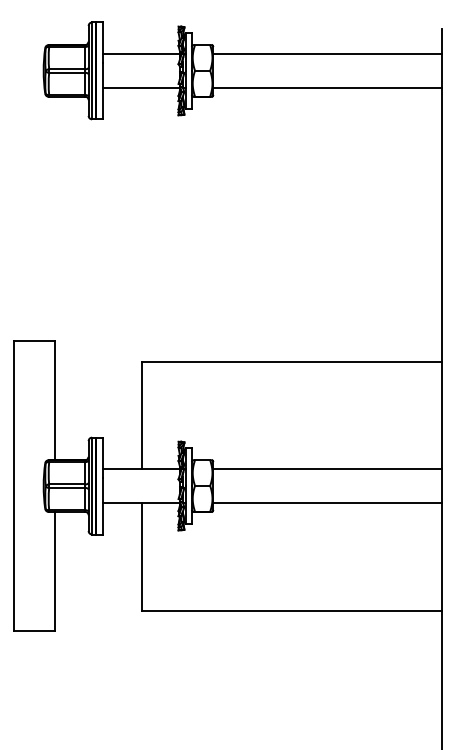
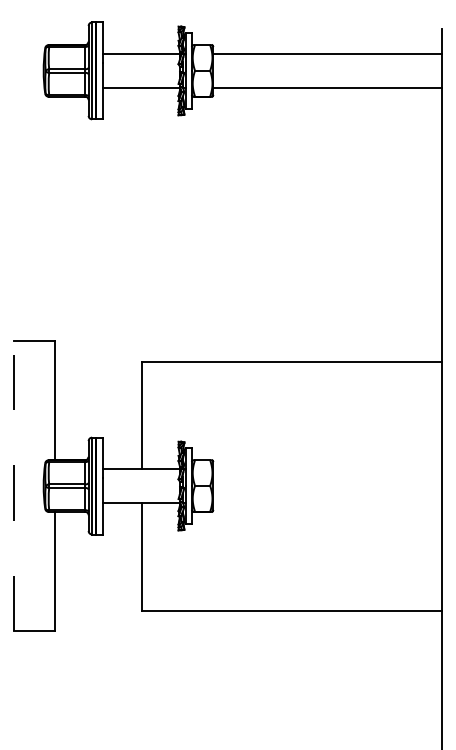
line at (327, 468): present -> none
line at (13, 485): solid -> dashed
line at (327, 503): present -> none
